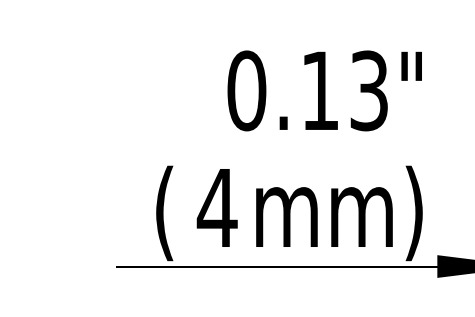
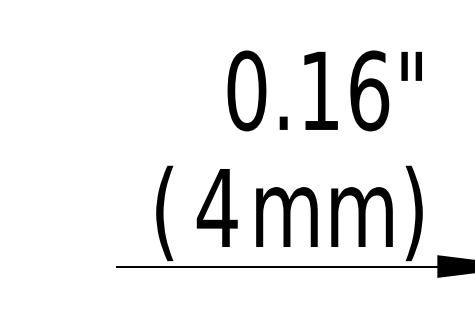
text at (369, 90): 0.13" -> 0.16"
